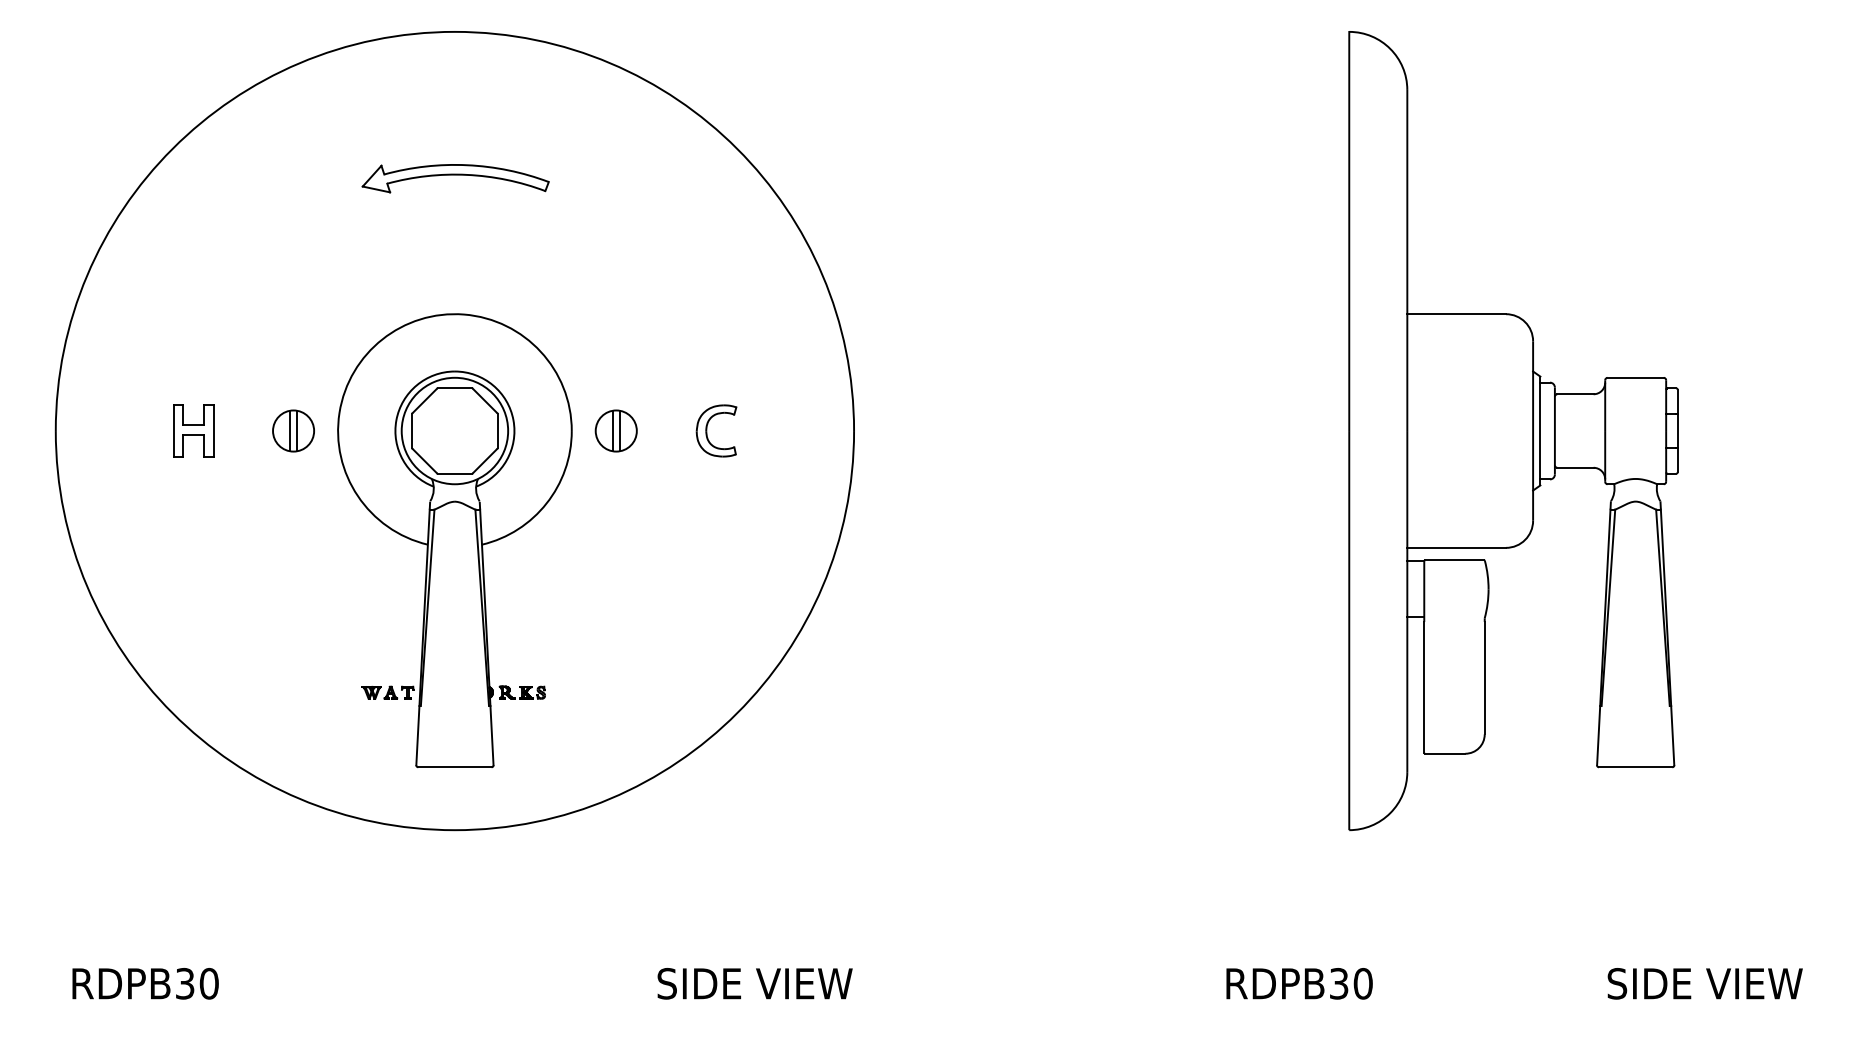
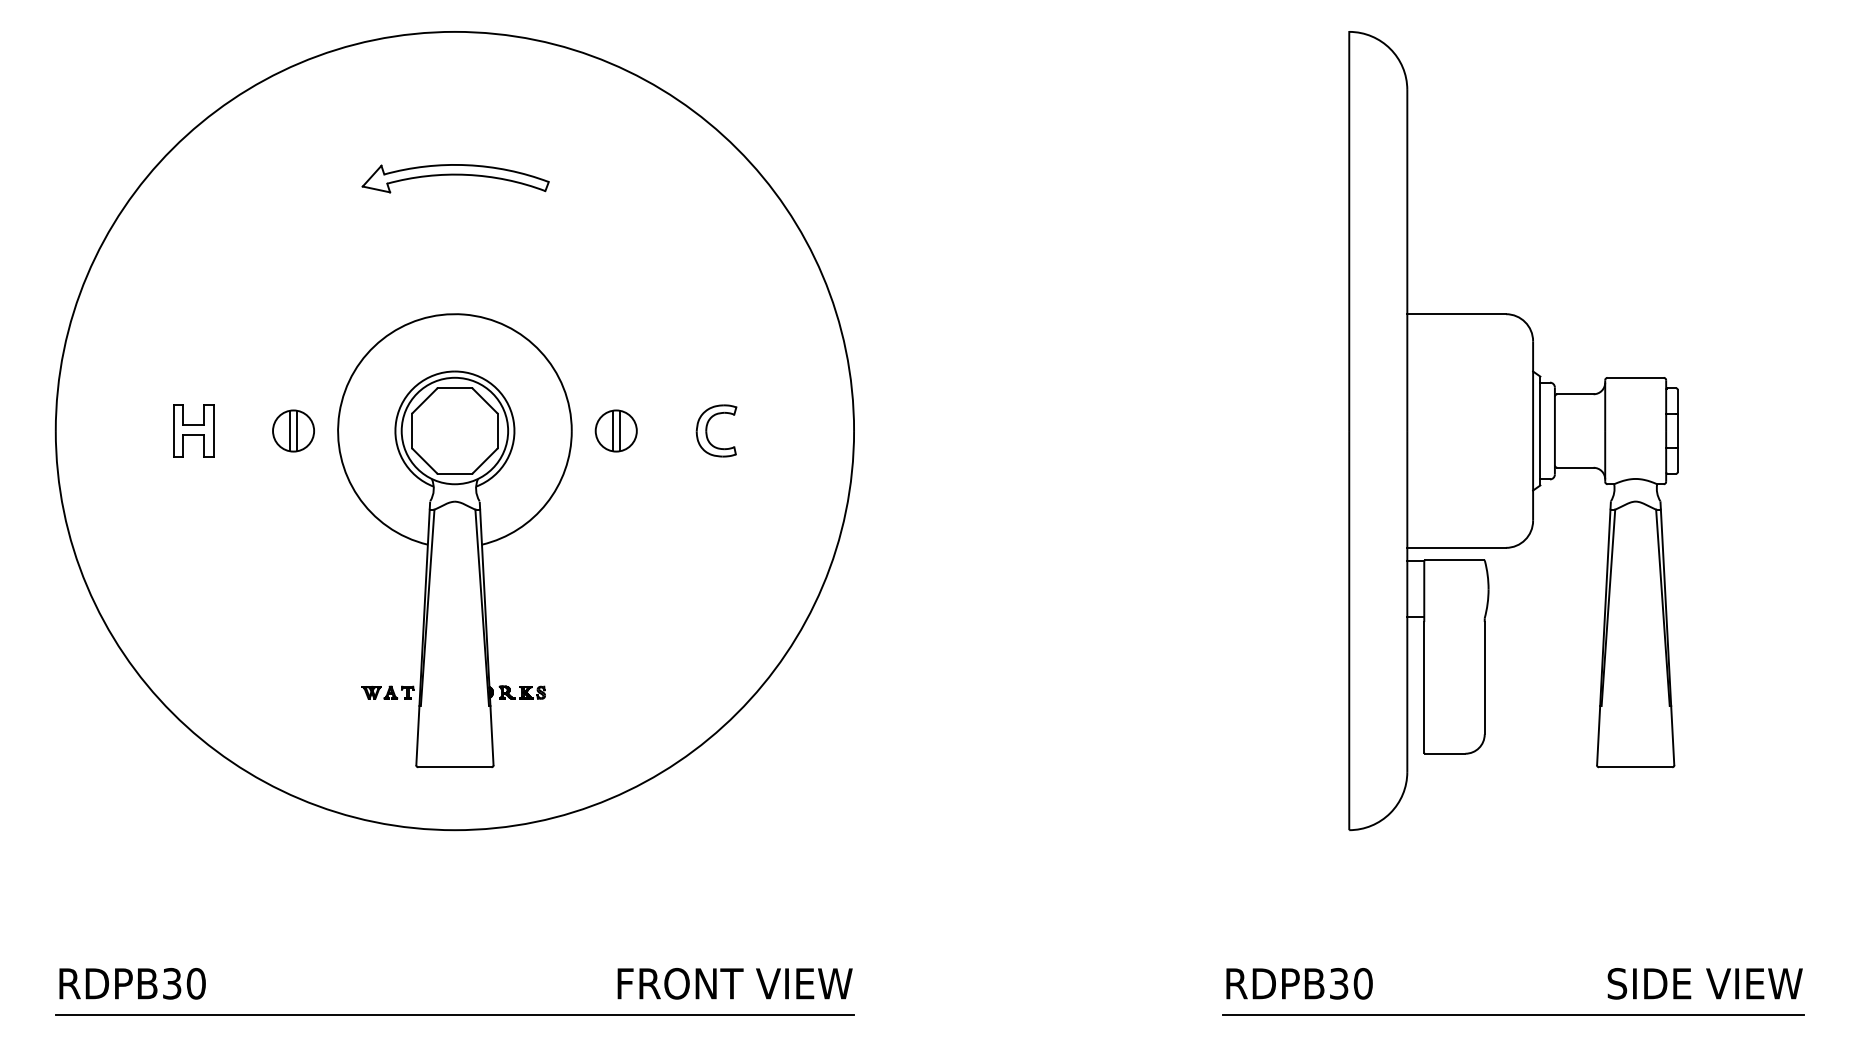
text at (145, 983) position: (145, 983) -> (132, 983)
text at (680, 983): SIDE VIEW -> FRONT VIEW
line at (454, 1014): none -> present
line at (1513, 1014): none -> present
